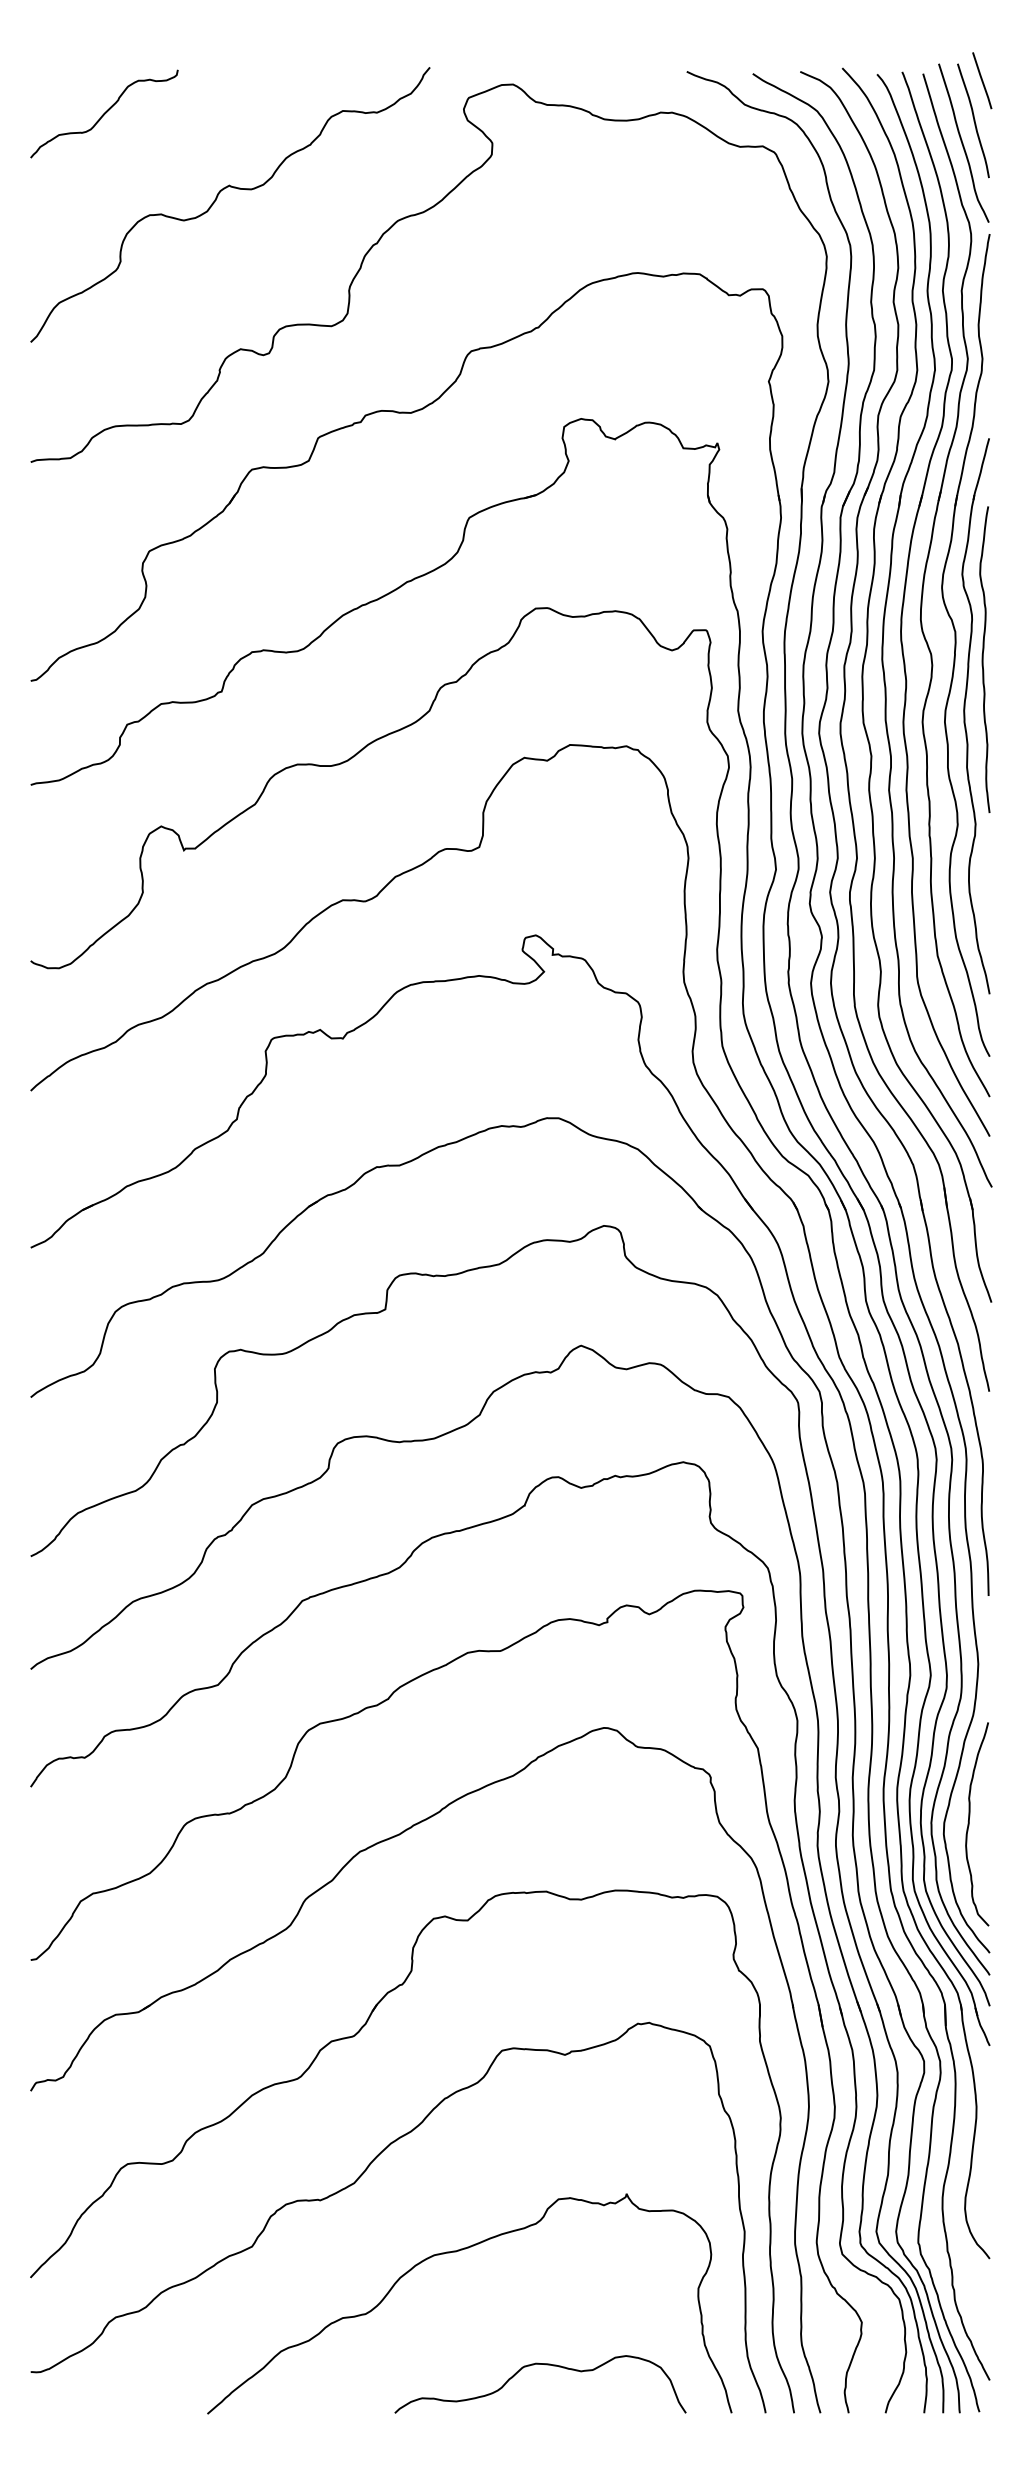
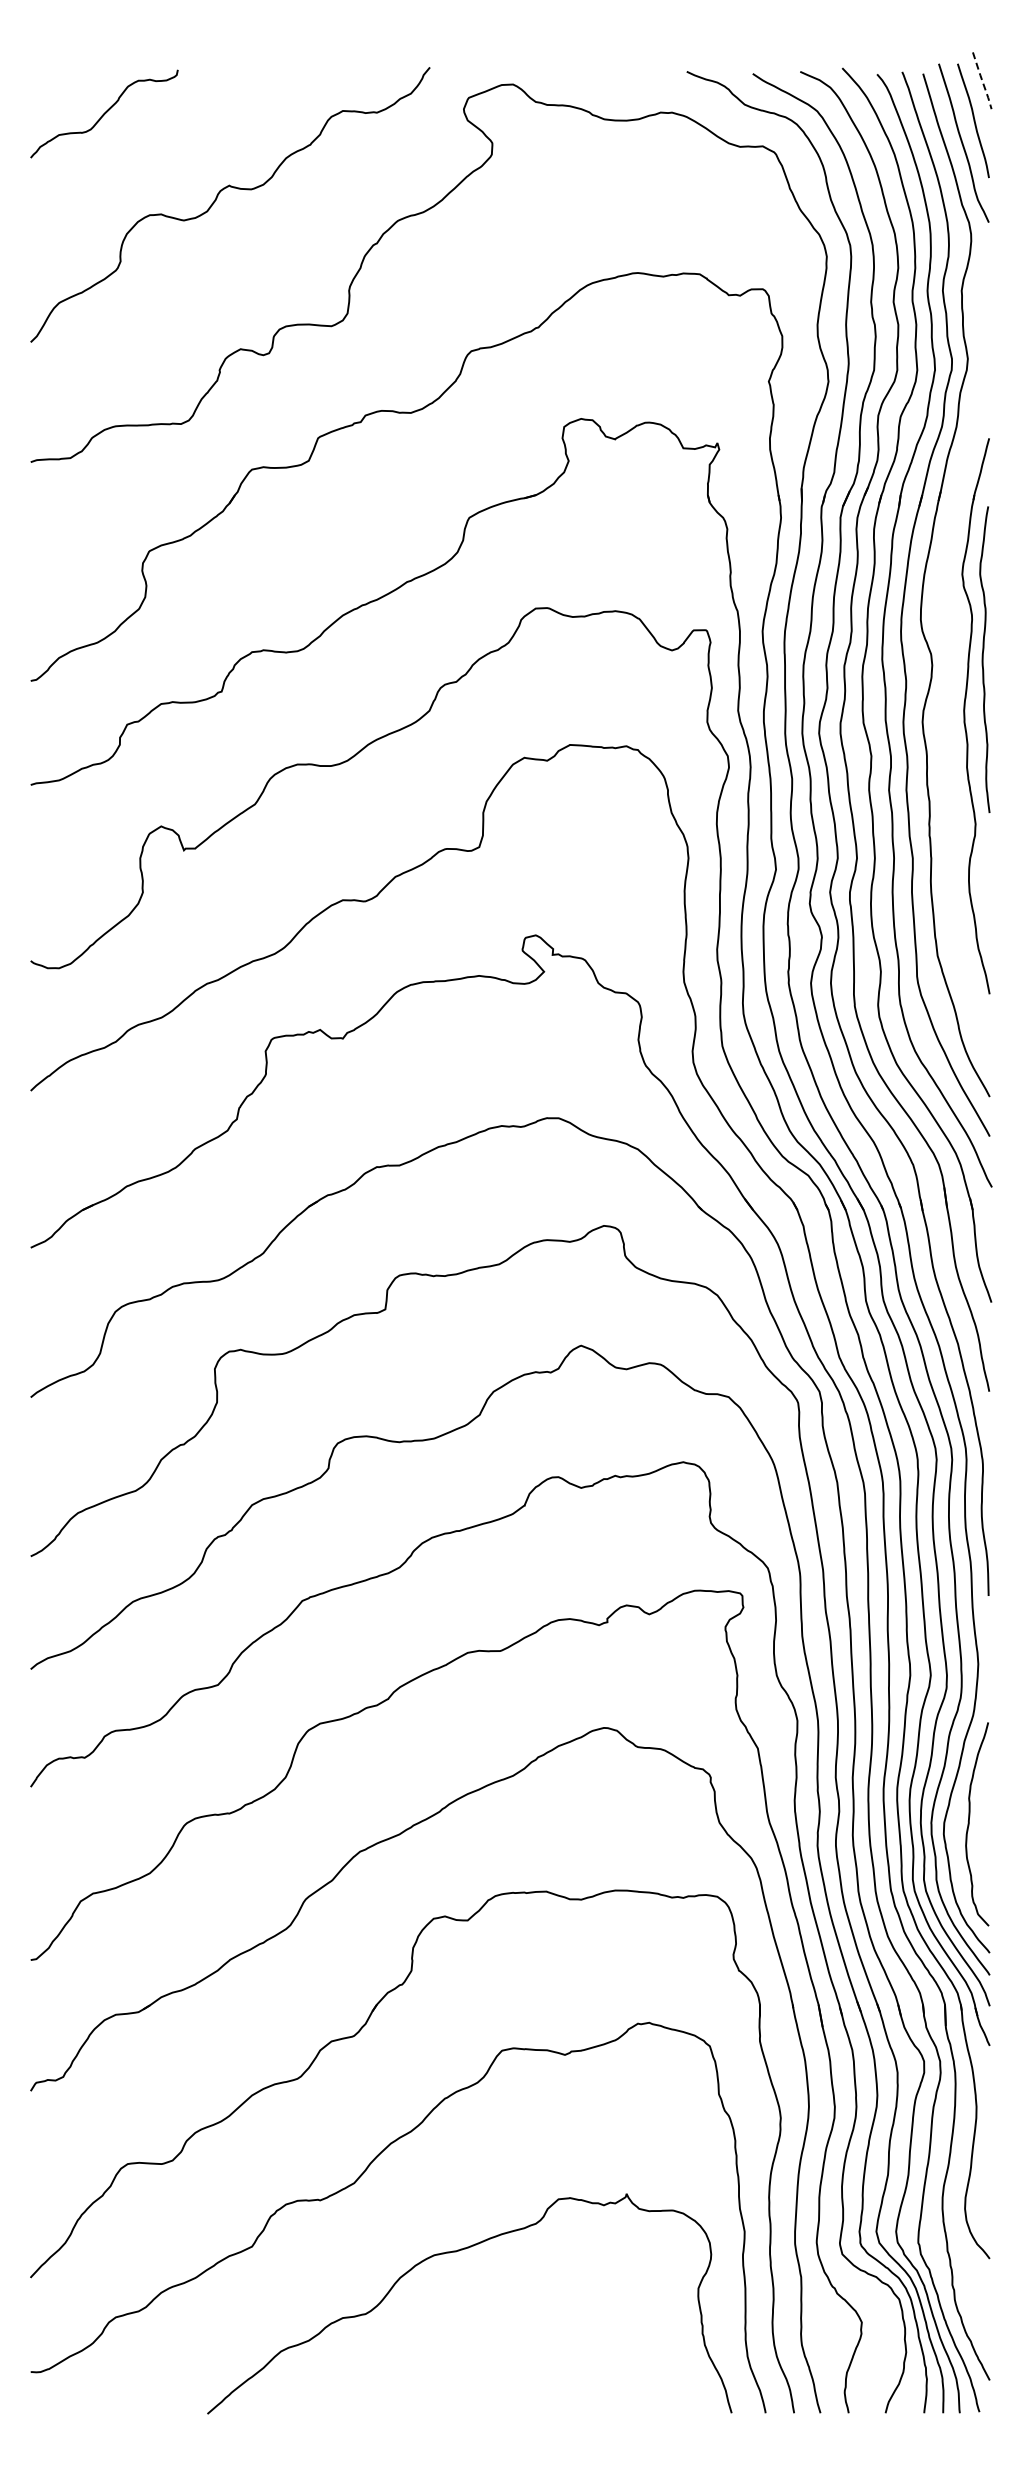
line at (982, 81): solid -> dashed
part at (956, 645): present -> none
curve at (546, 2365): present -> none
